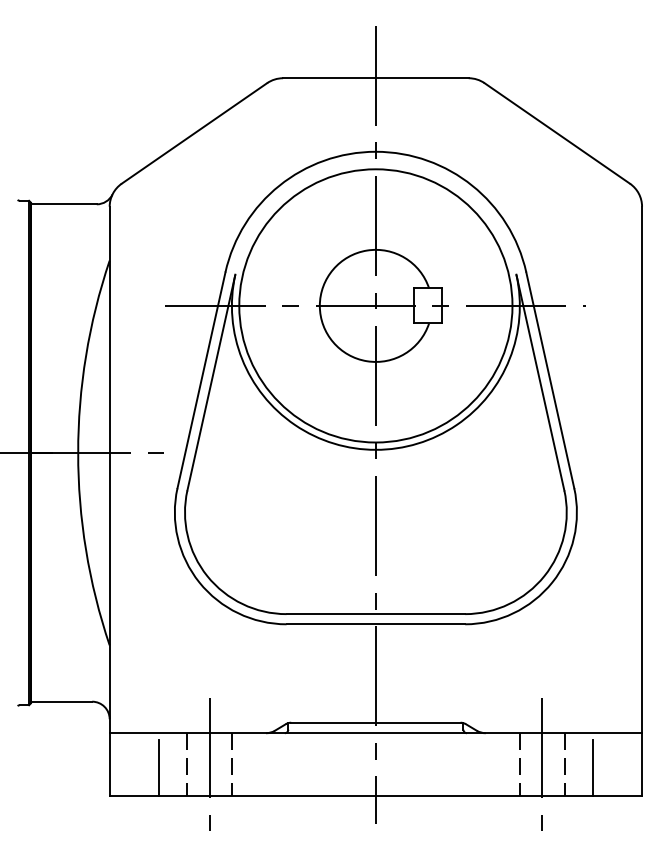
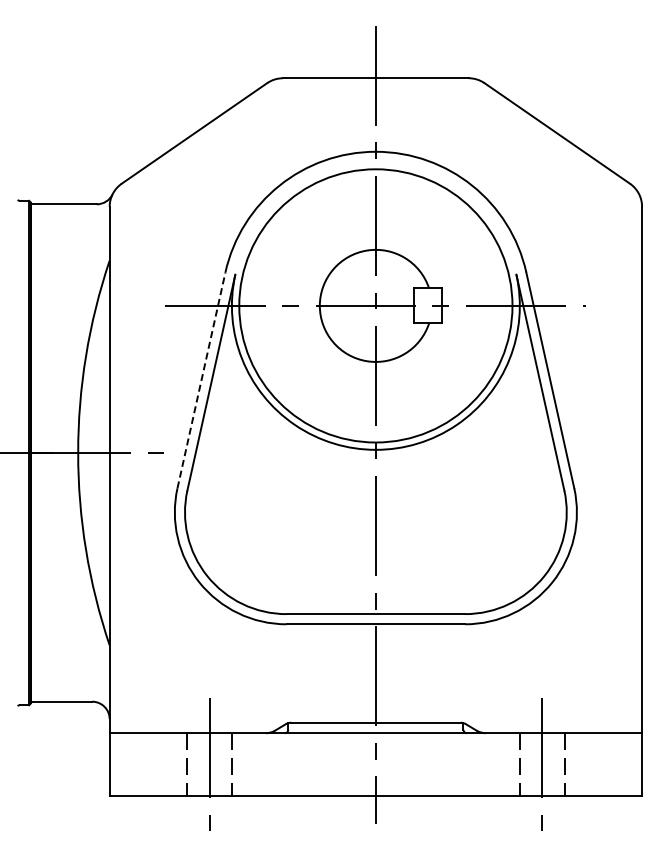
line at (201, 380): solid -> dashed
line at (158, 768): present -> none
line at (593, 768): present -> none
